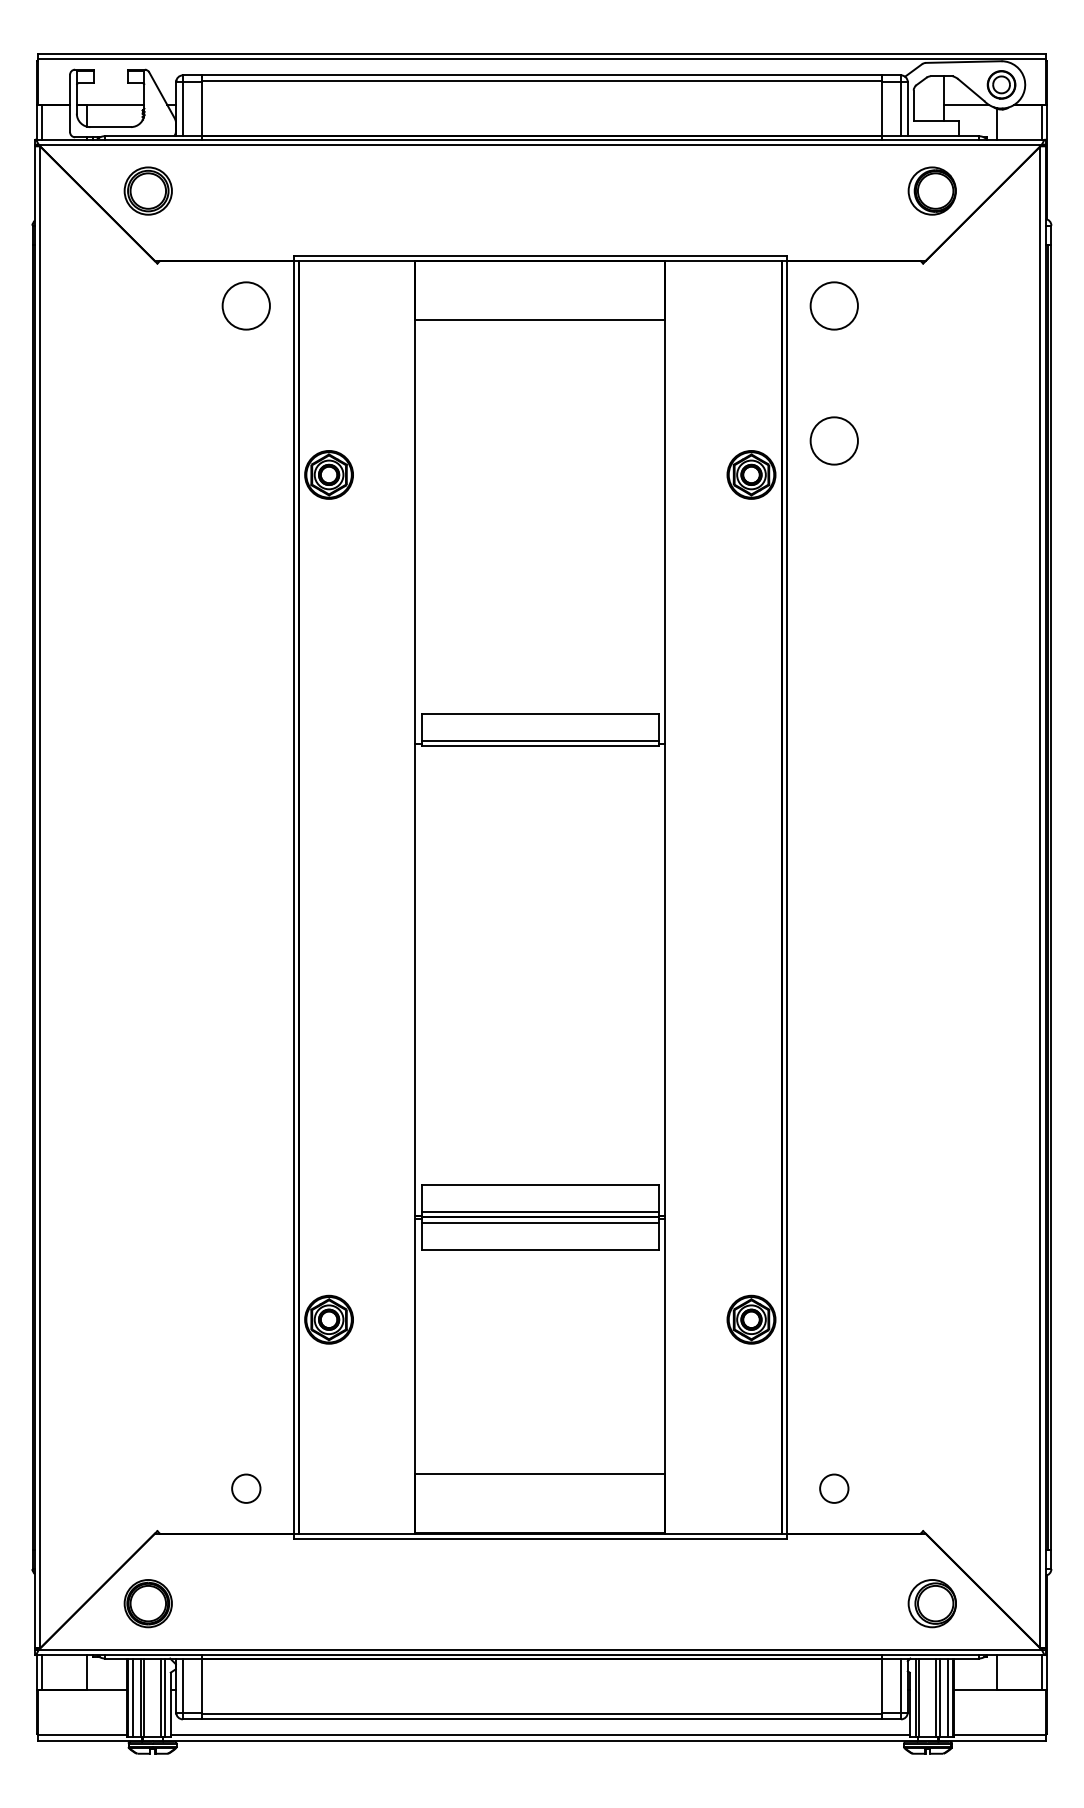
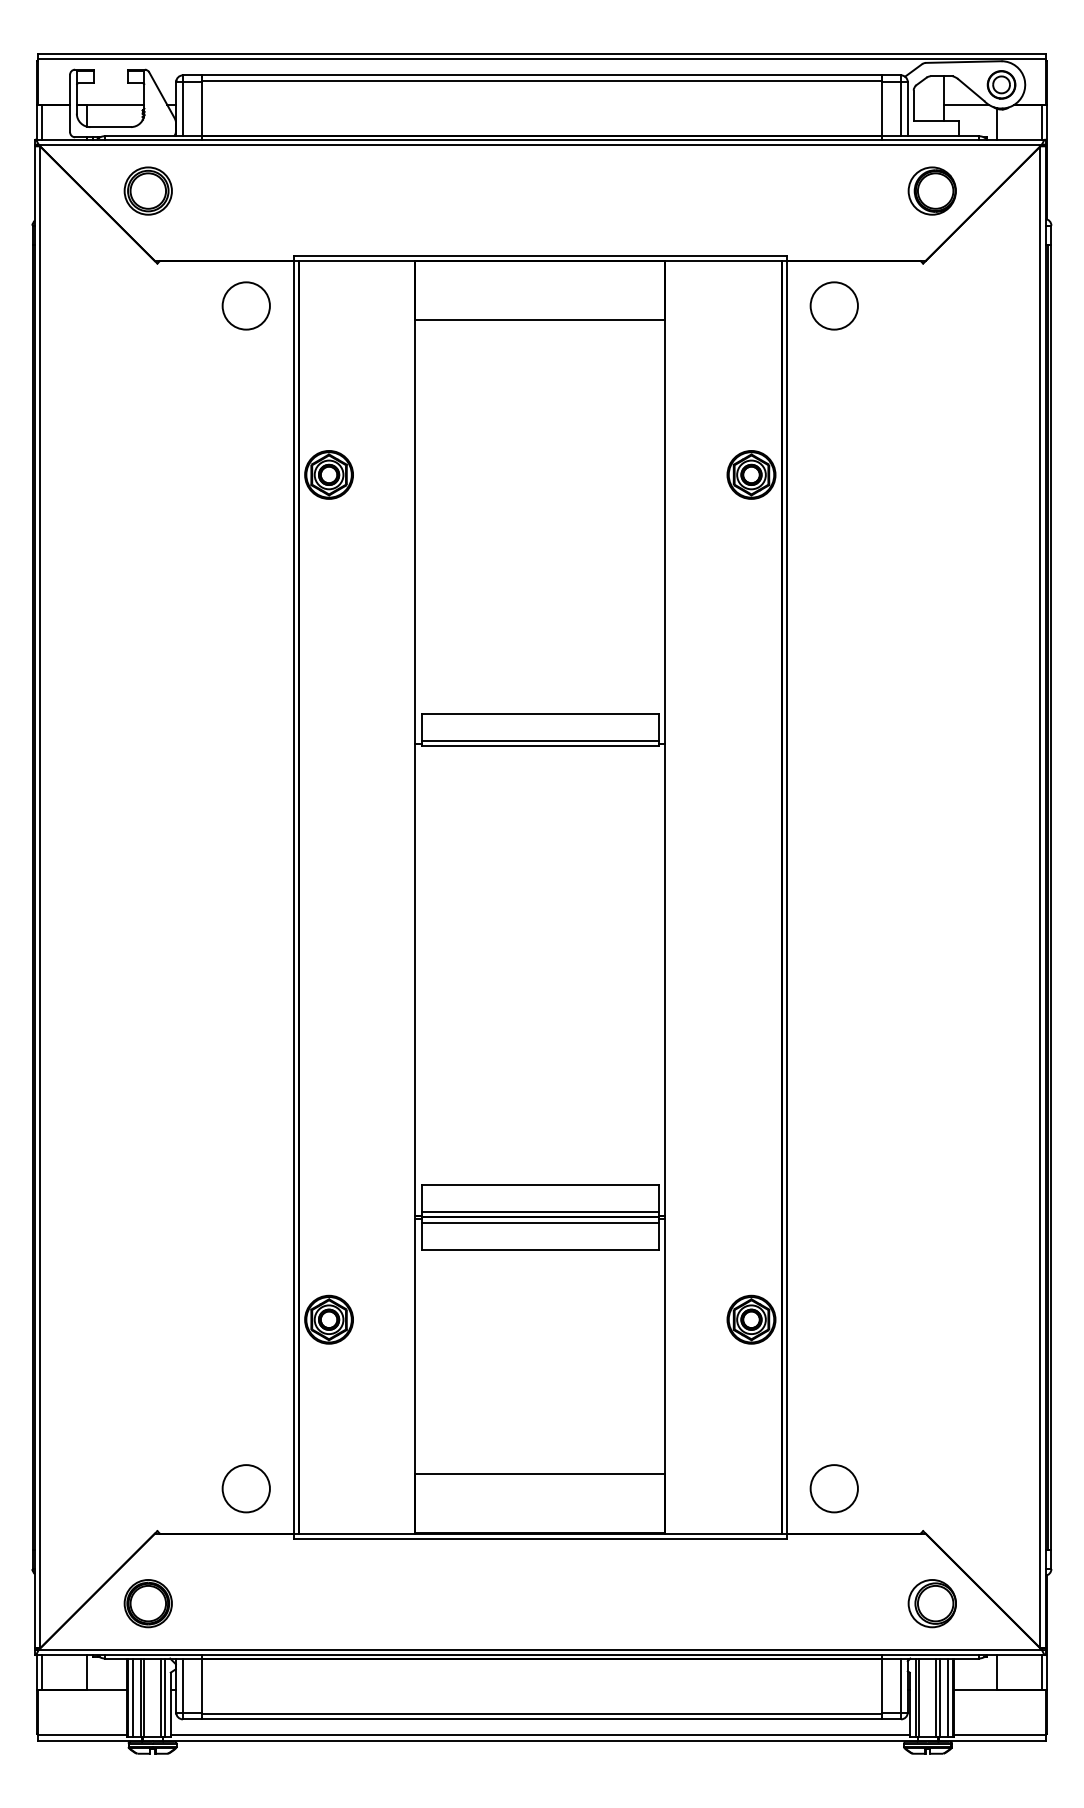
circle at (833, 440): present -> none
circle at (246, 1488) diameter: 28 px -> 47 px
circle at (834, 1488) diameter: 28 px -> 47 px
